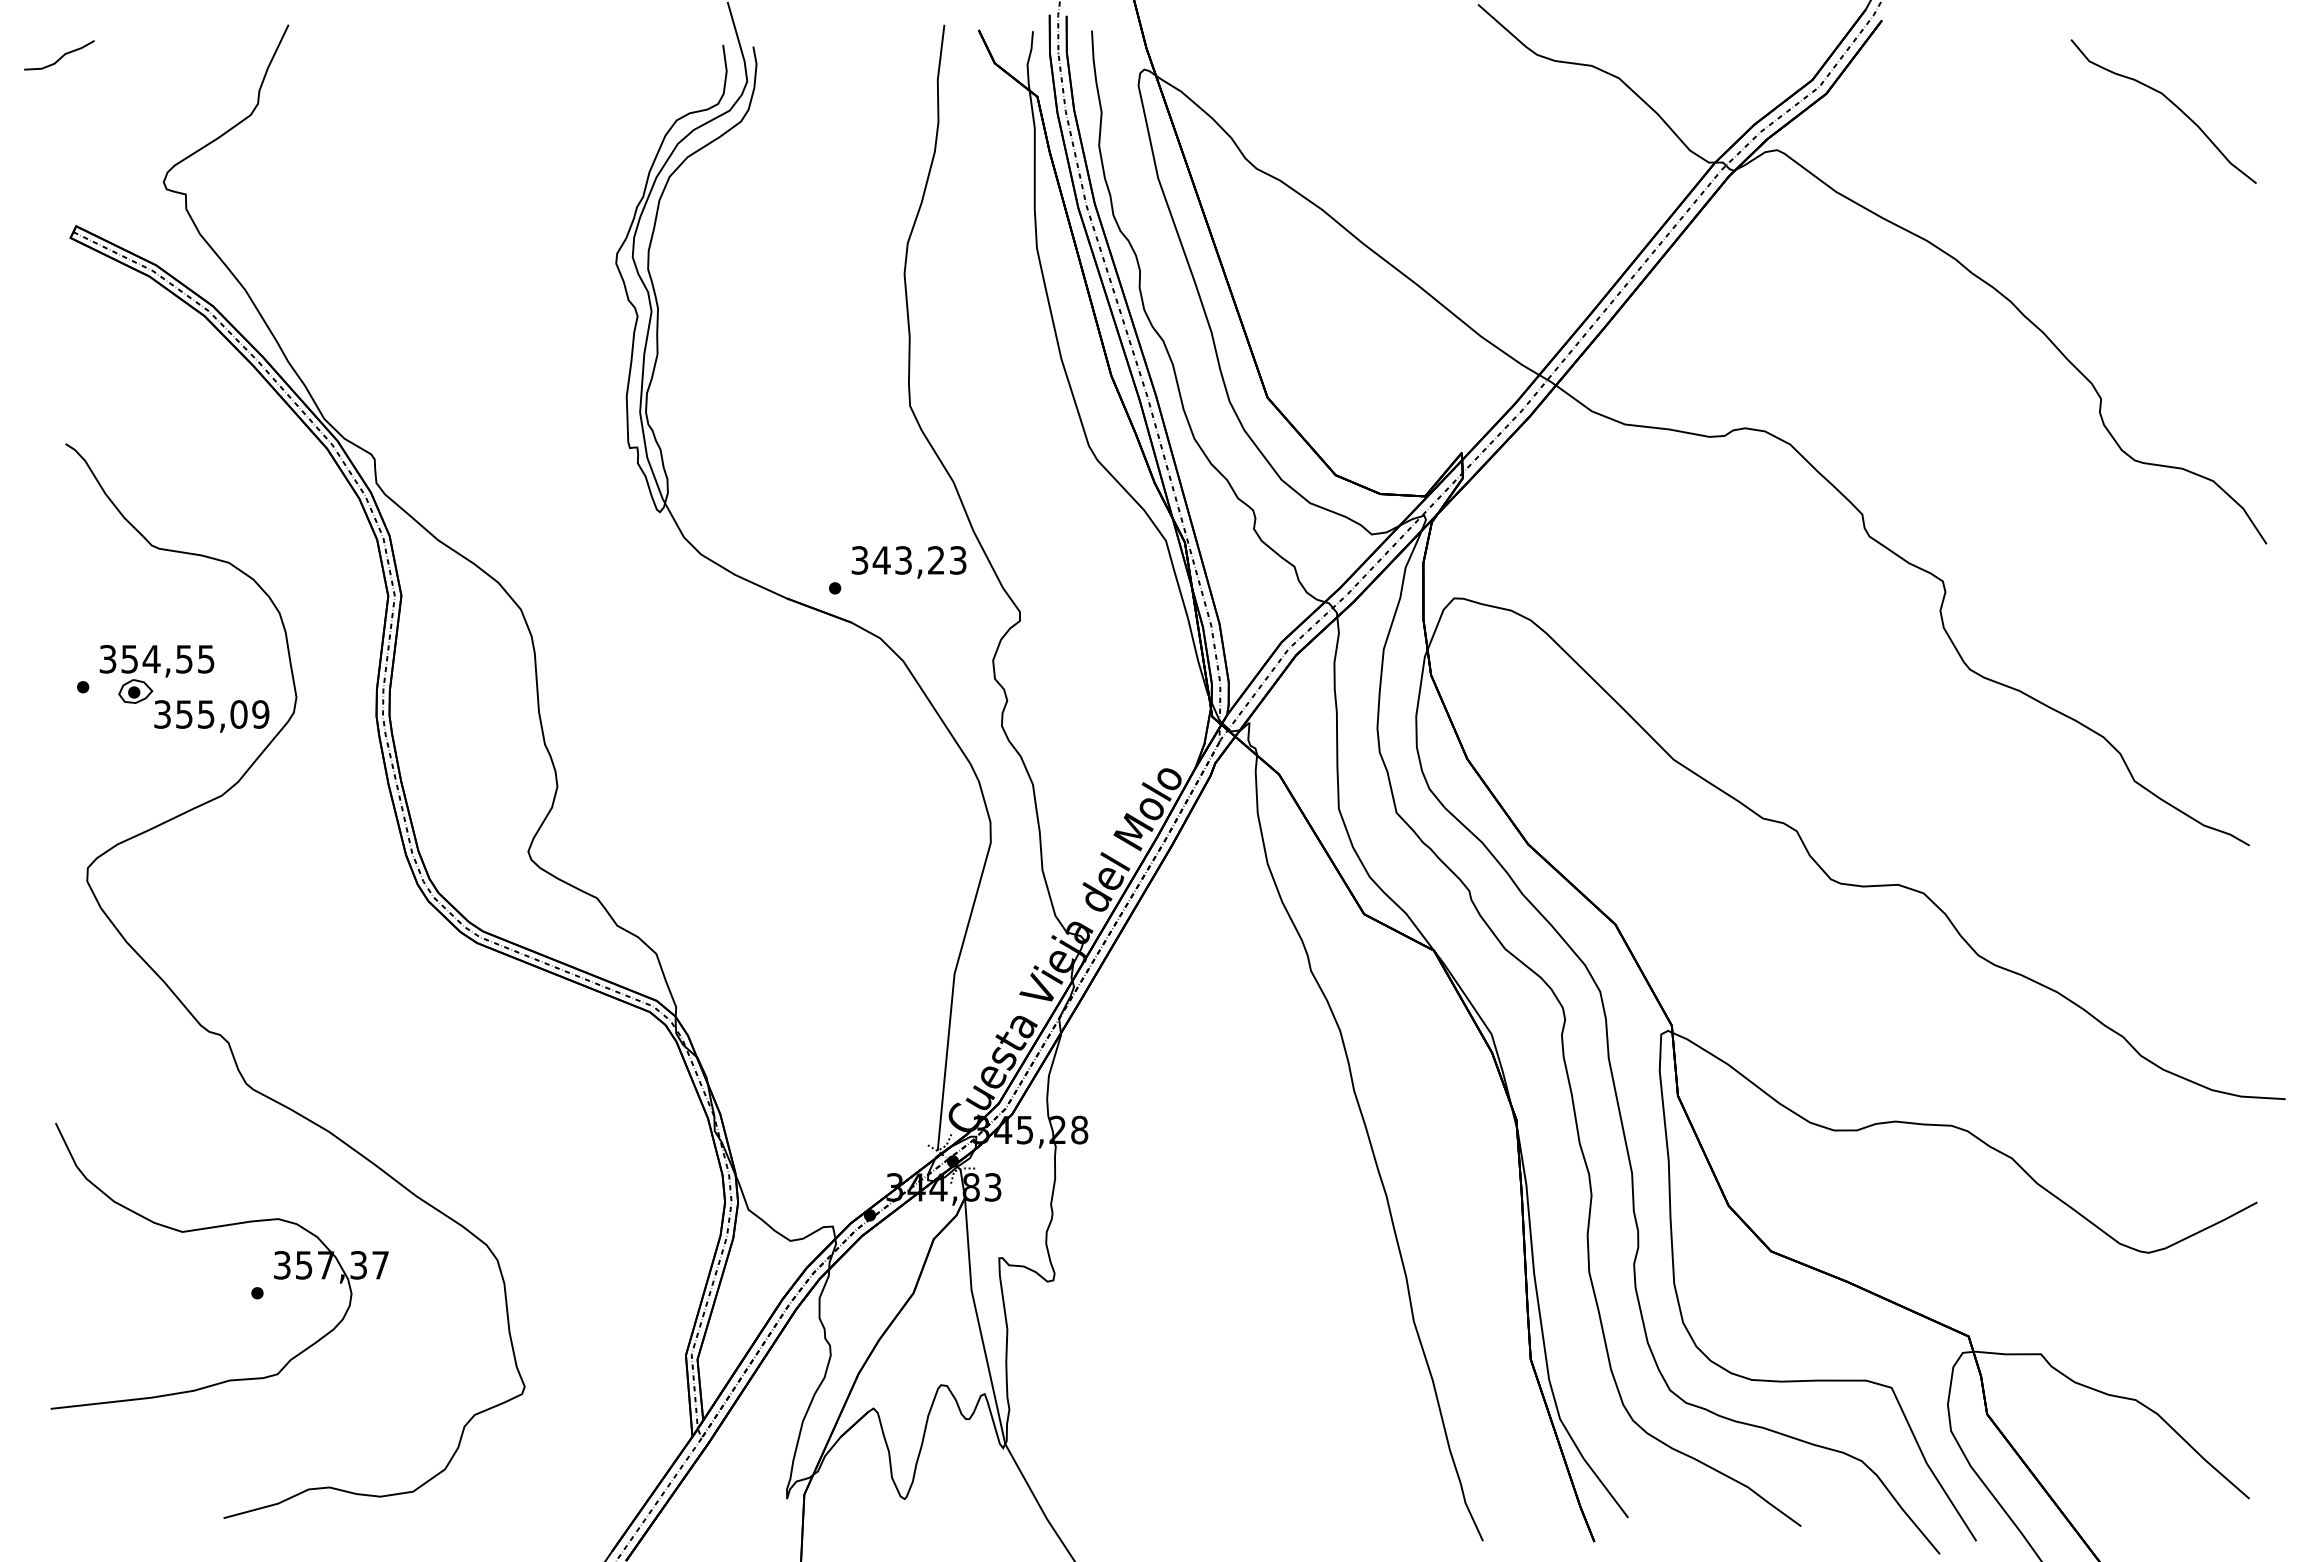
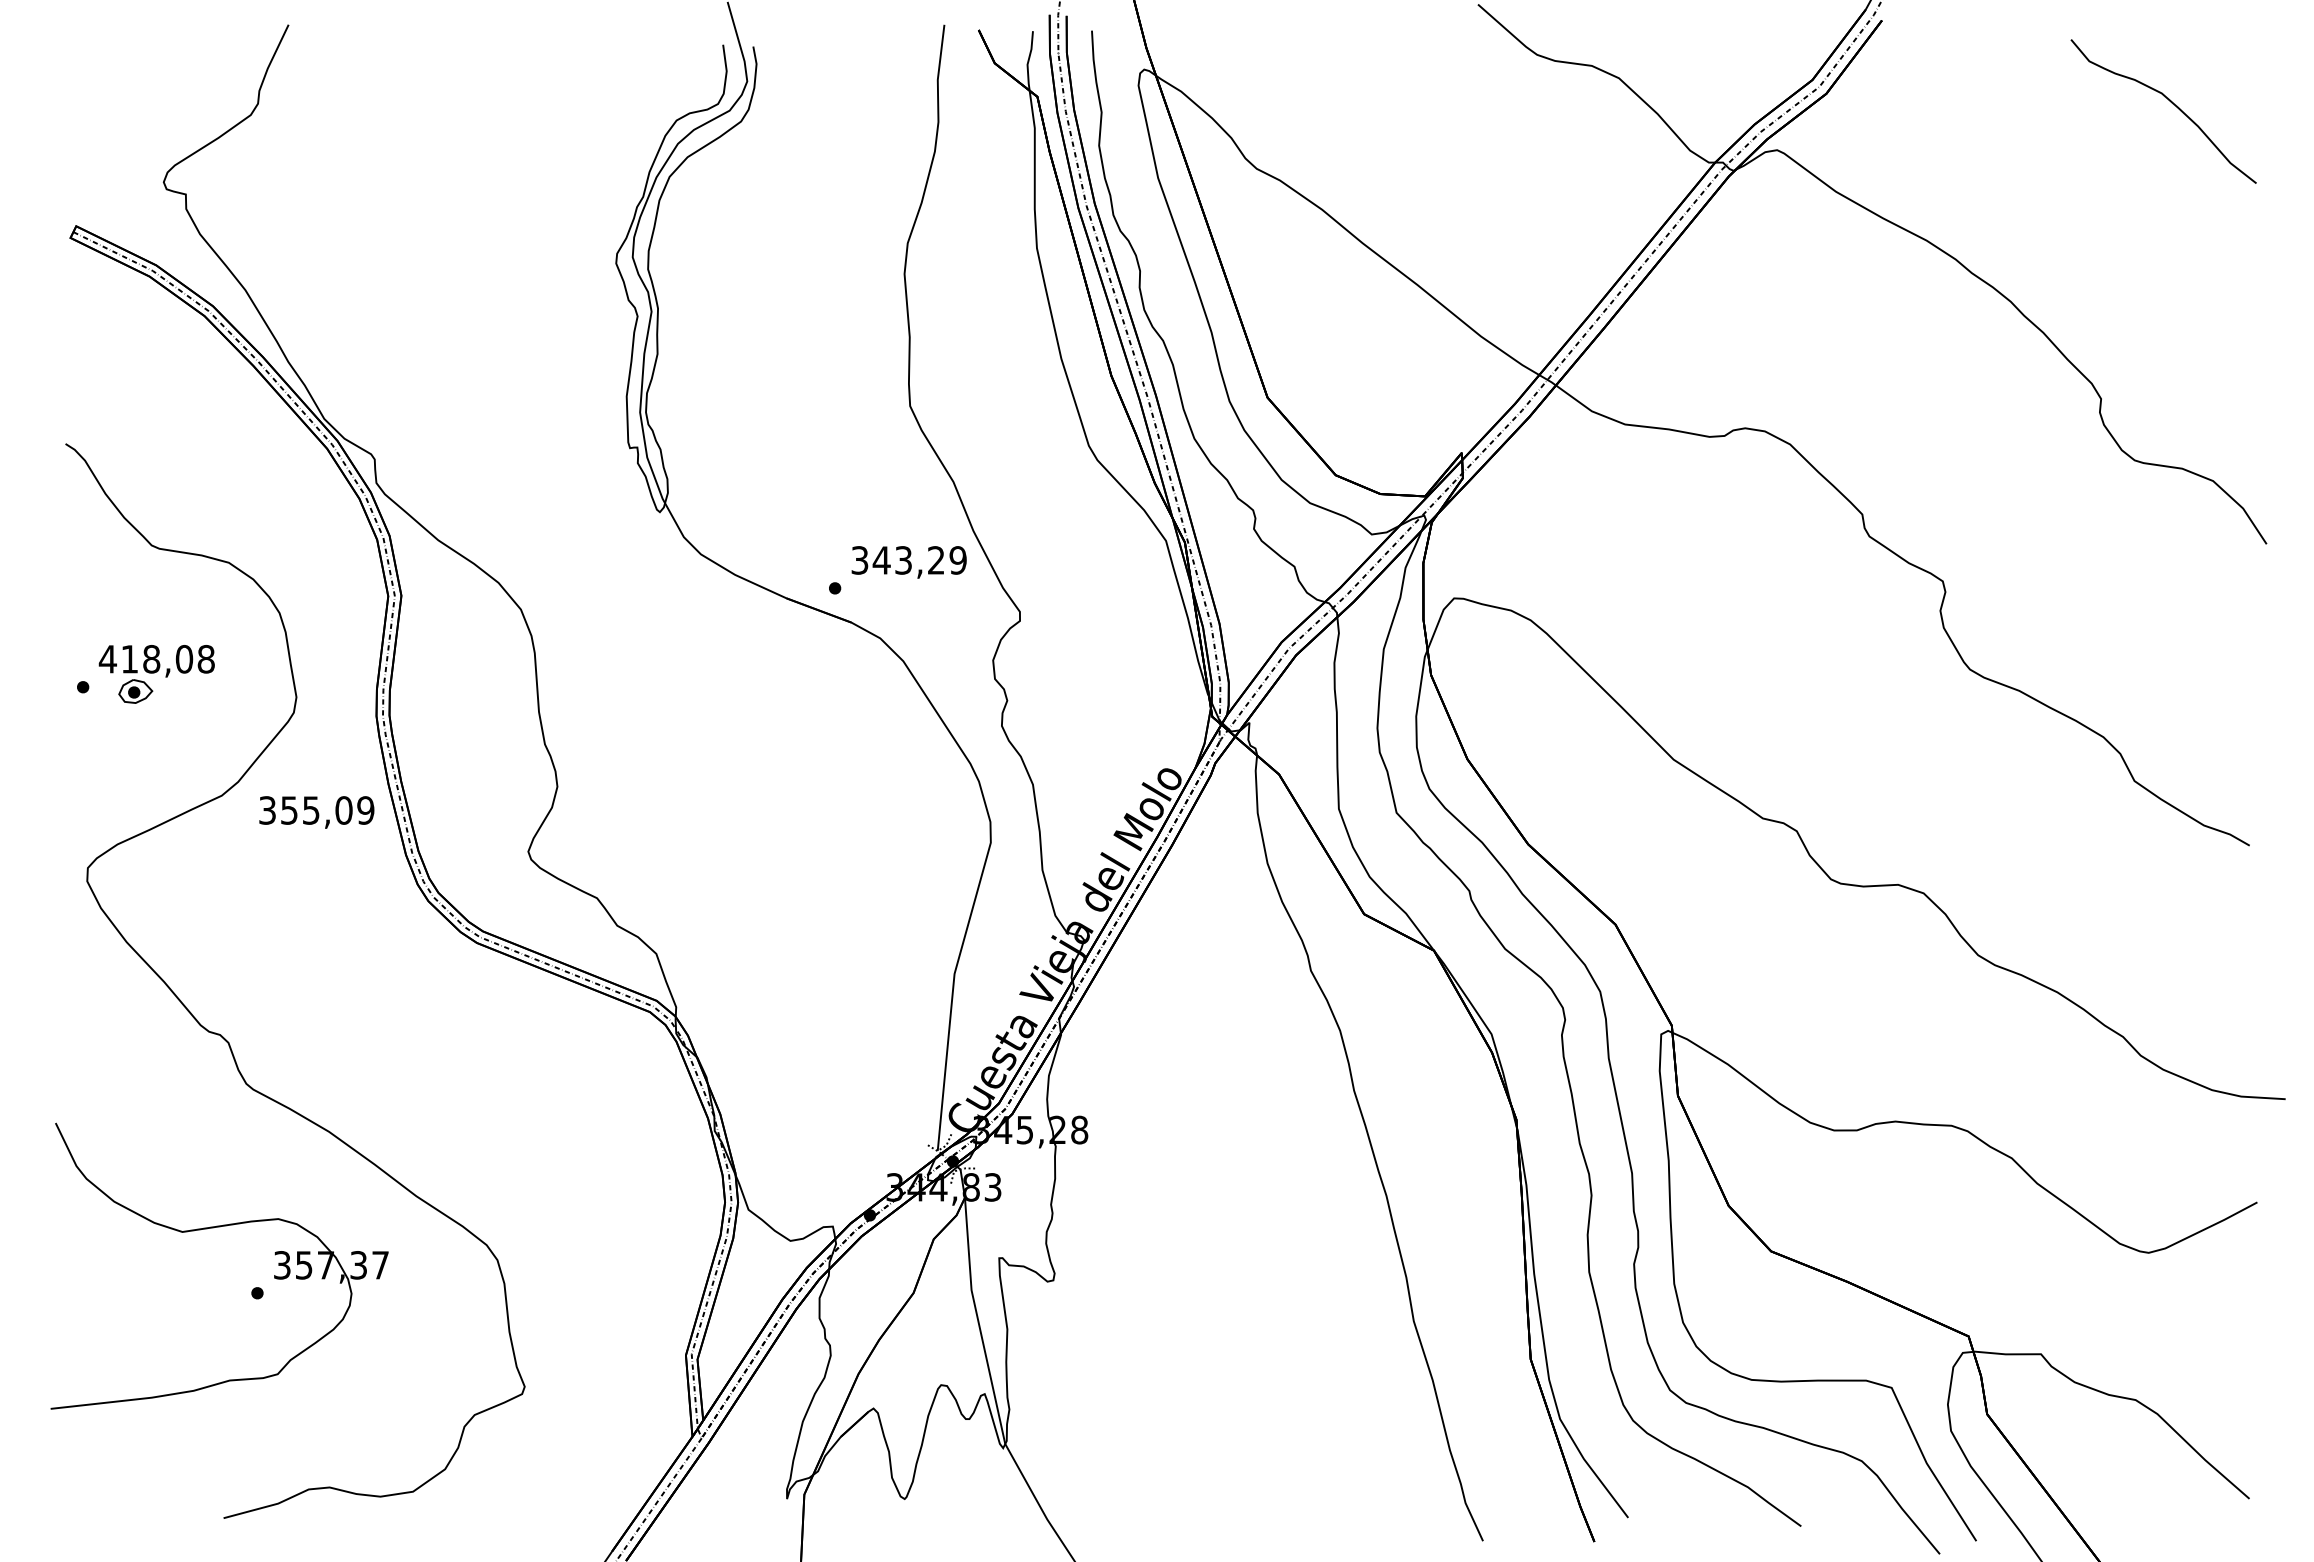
curve at (61, 56): present -> none
text at (957, 560): 343,23 -> 343,29
text at (156, 658): 354,55 -> 418,08
text at (211, 716) position: (211, 716) -> (316, 812)
